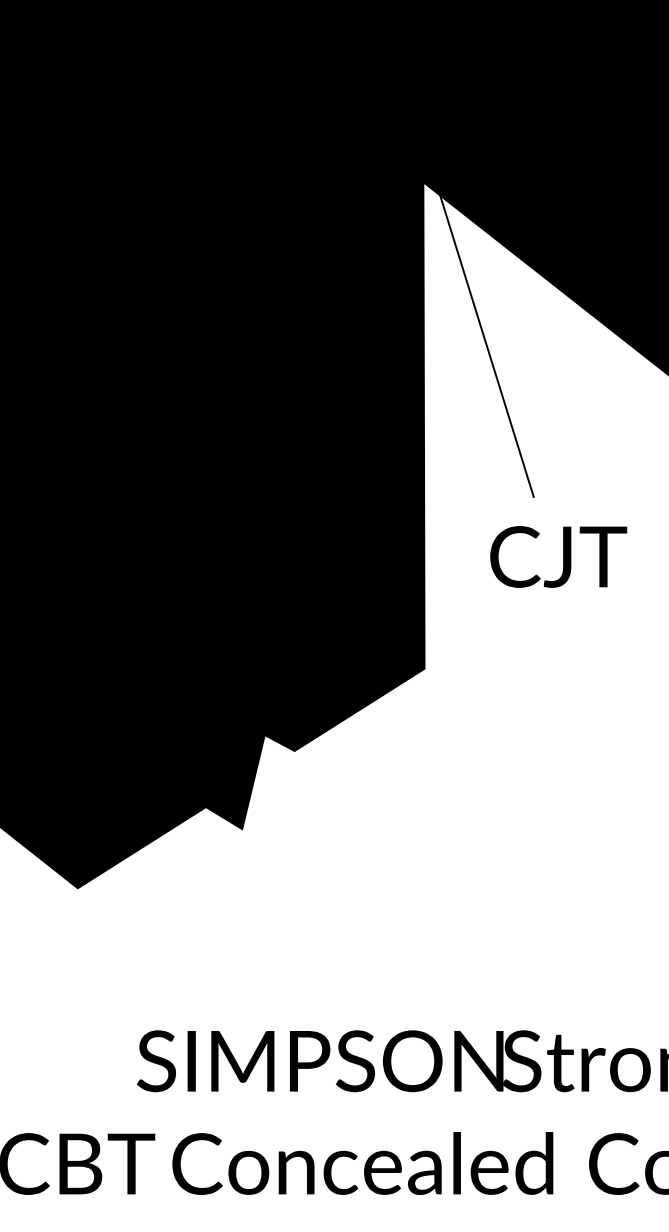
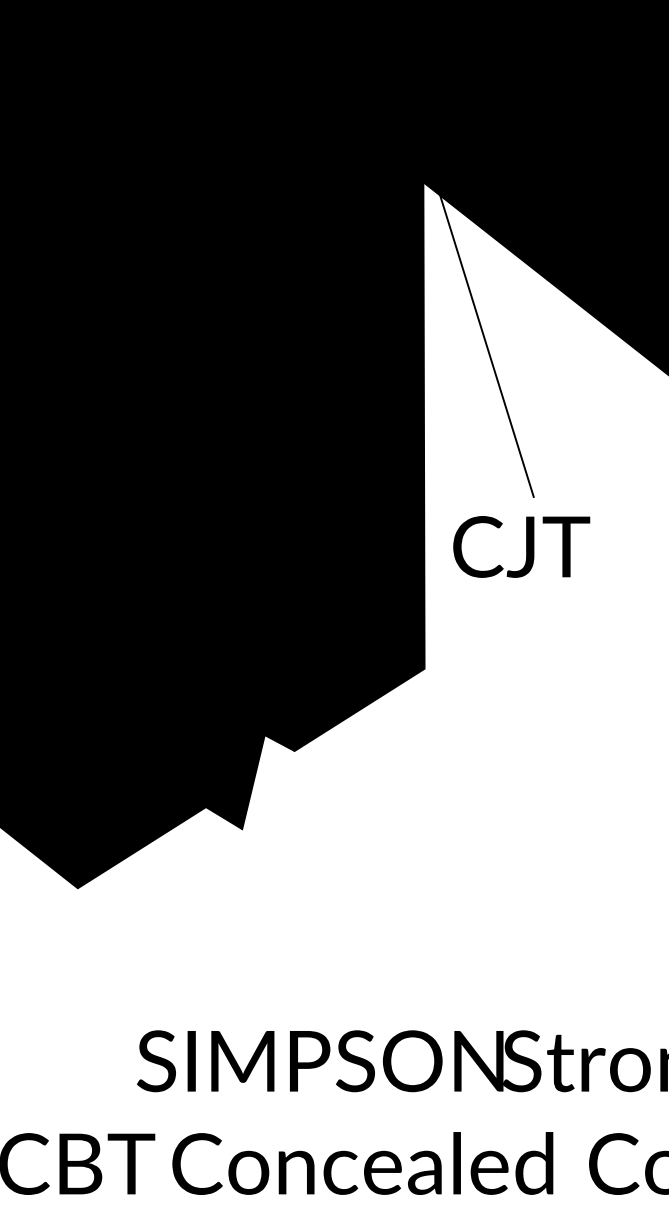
text at (558, 556) position: (558, 556) -> (521, 546)
